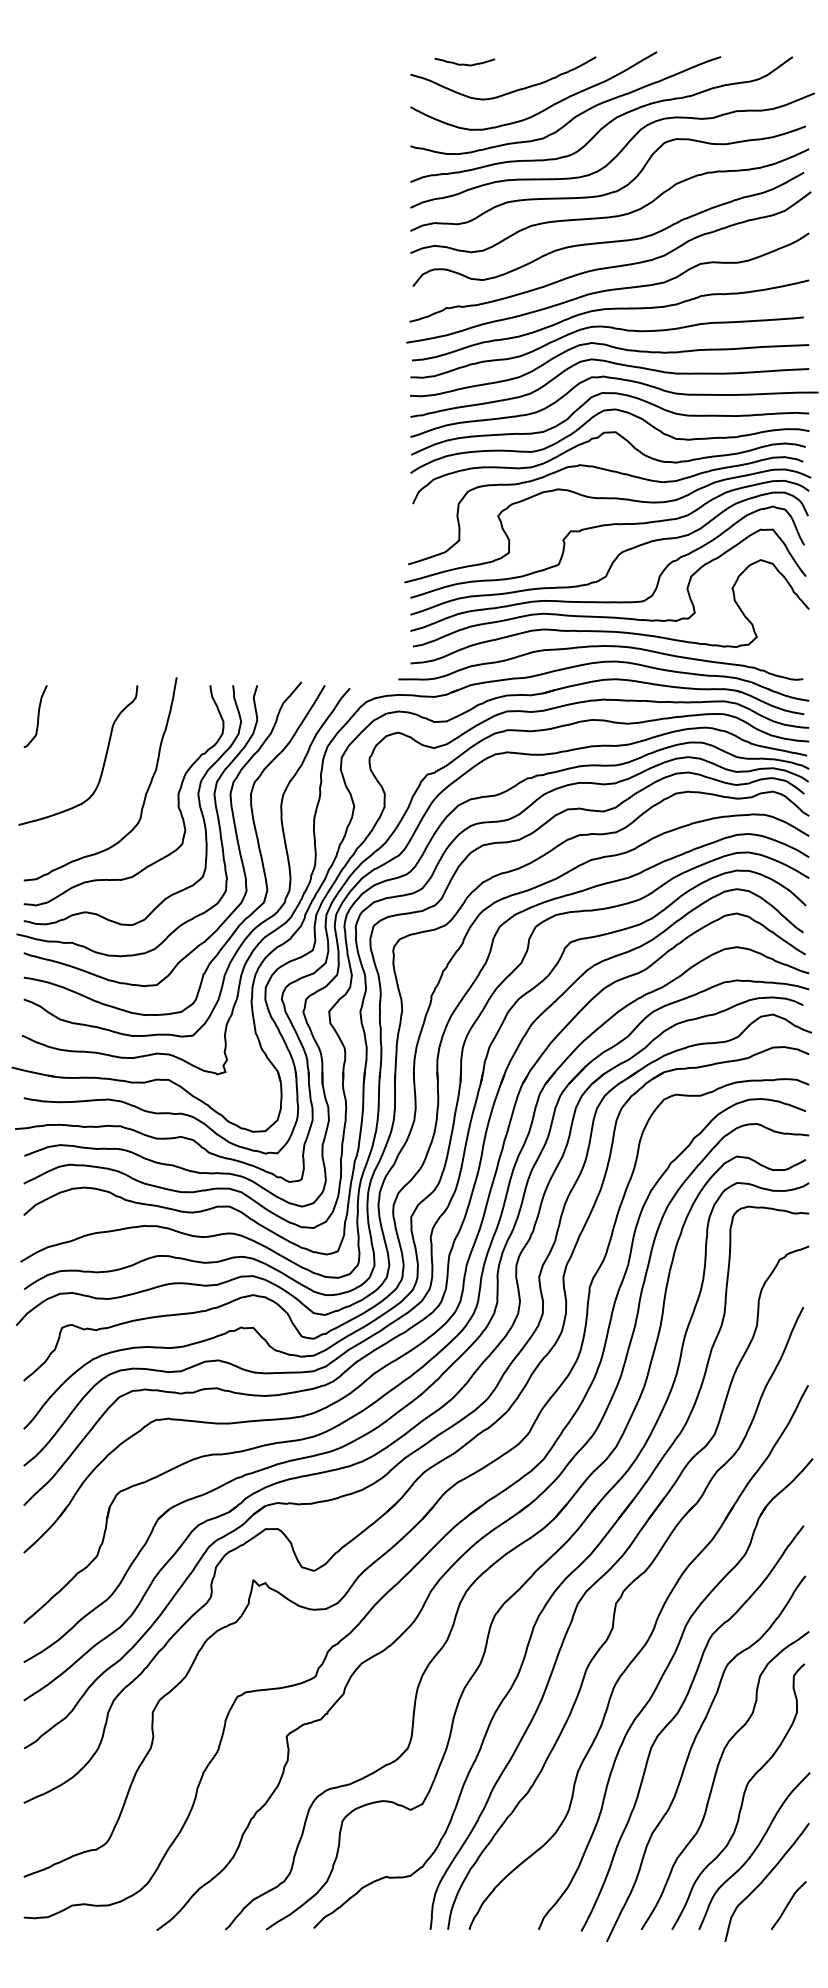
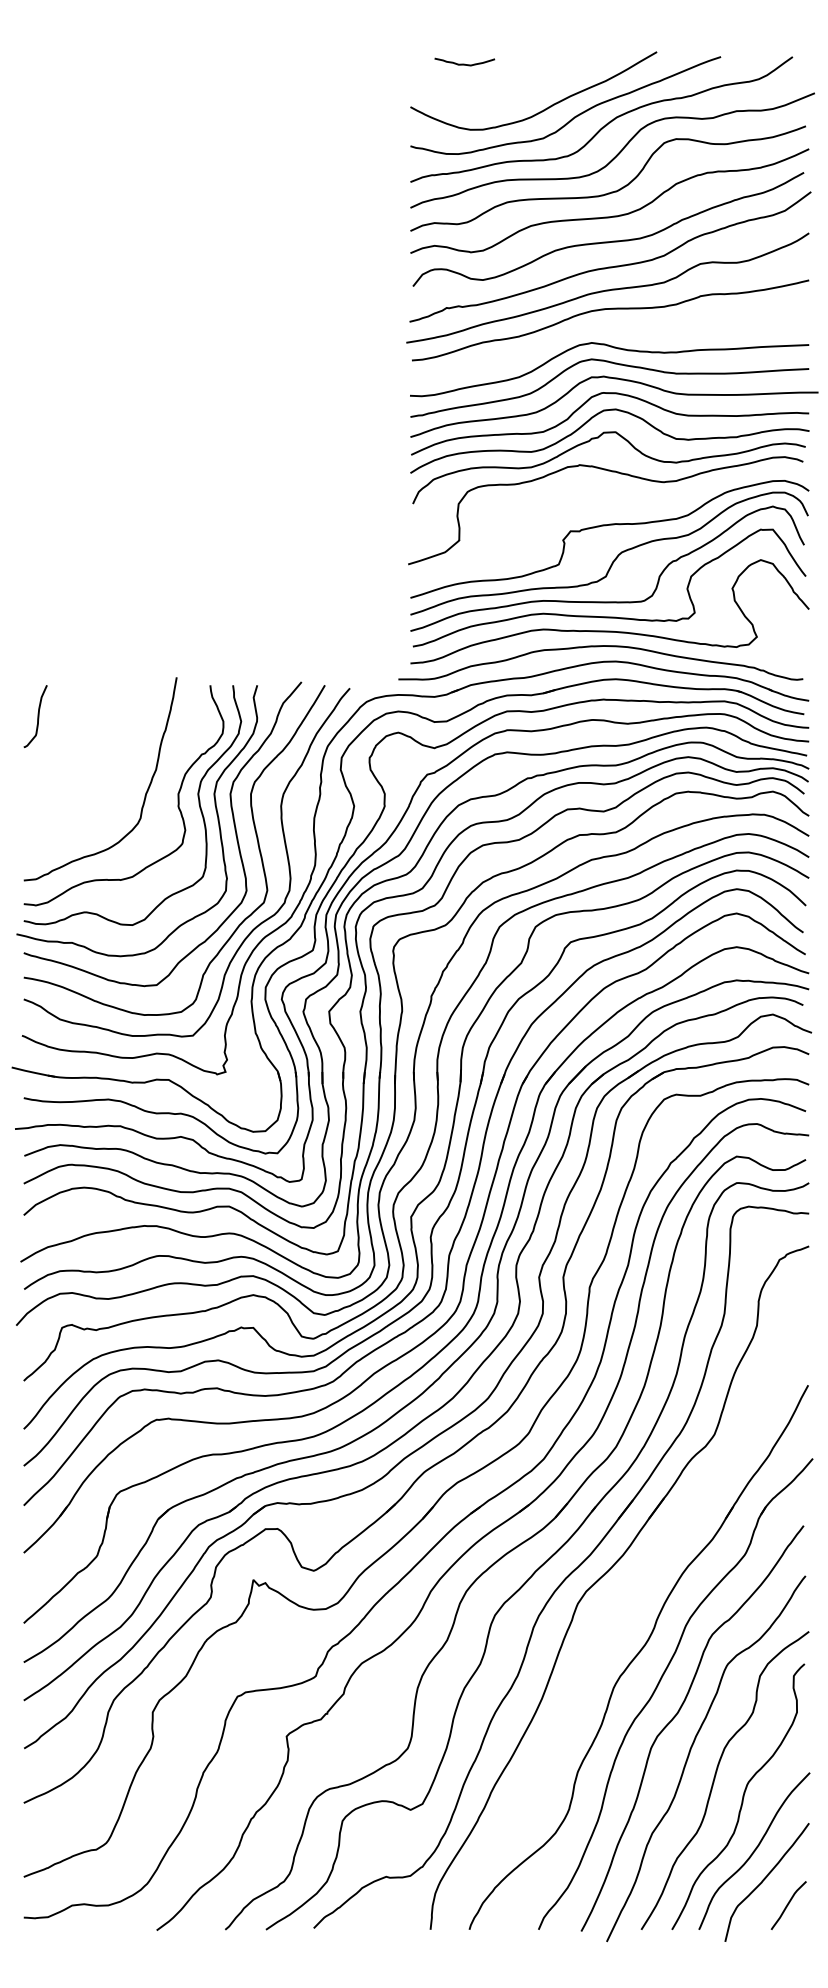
curve at (507, 92): present -> none
curve at (608, 328): present -> none
curve at (607, 499): present -> none
curve at (103, 761): present -> none
part at (615, 1614): present -> none
